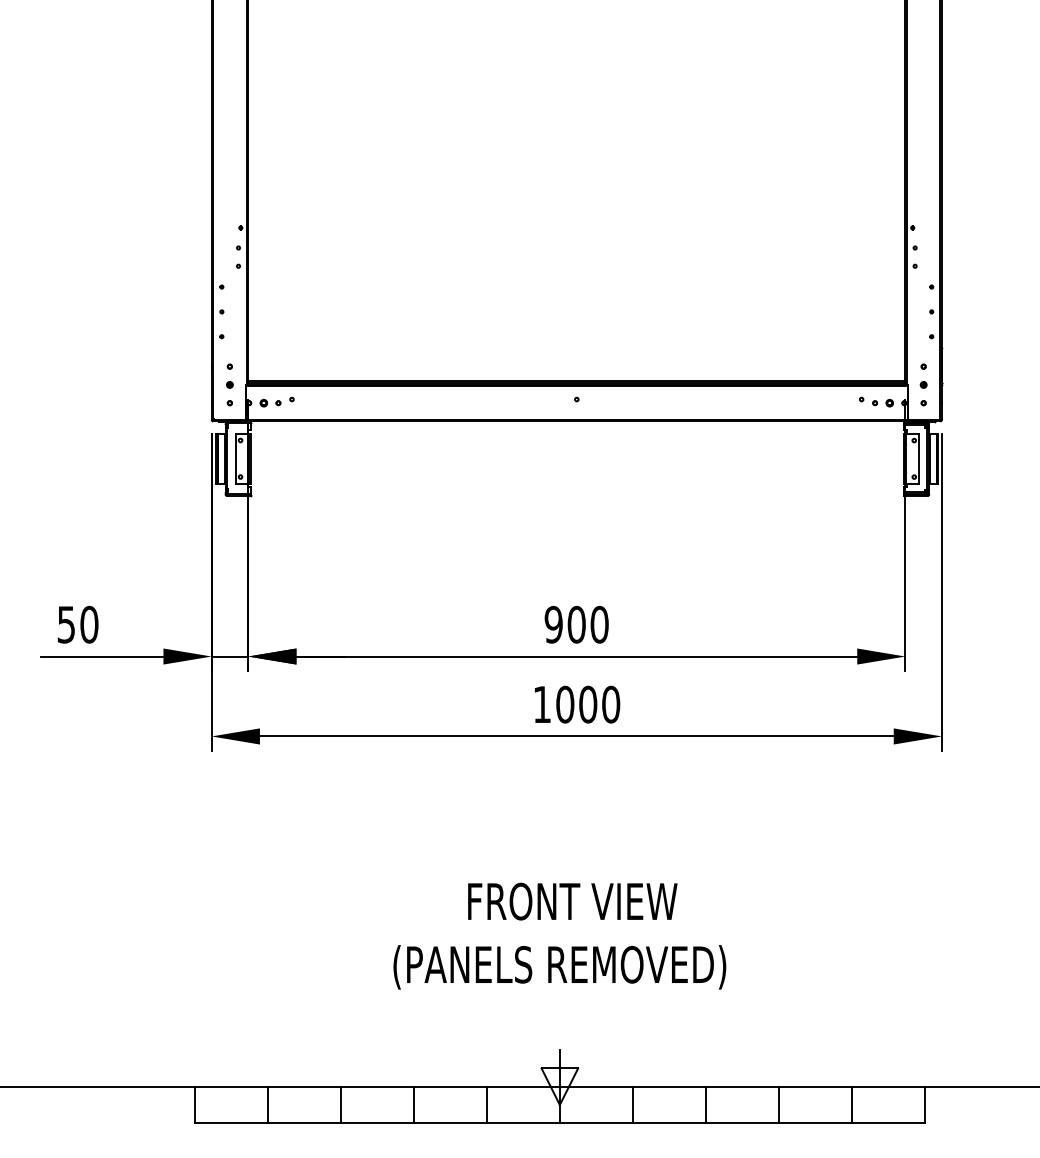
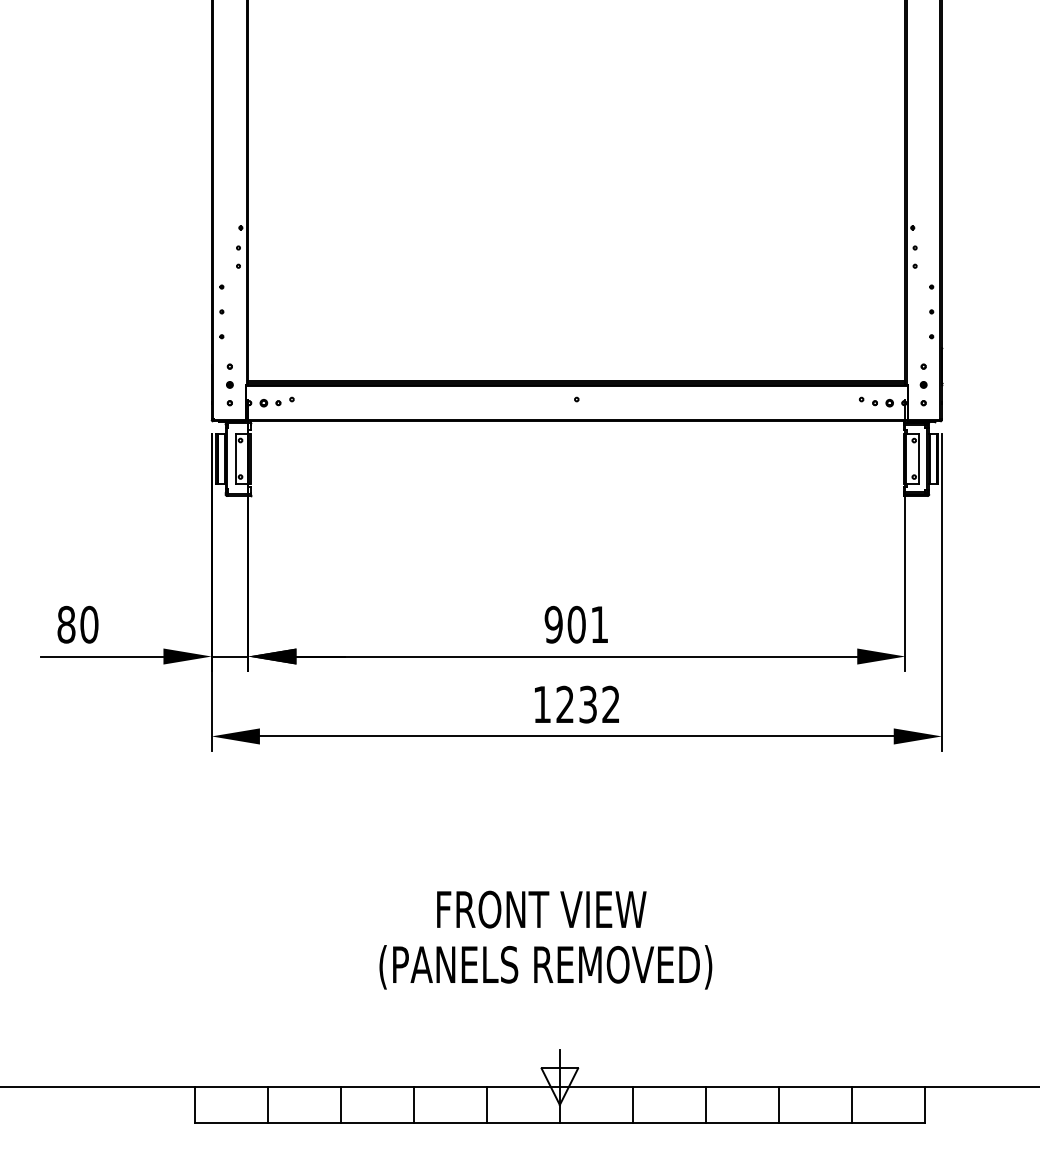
text at (66, 624): 50 -> 80
text at (599, 624): 900 -> 901
text at (588, 704): 1000 -> 1232
text at (572, 901) position: (572, 901) -> (541, 909)
text at (559, 967) position: (559, 967) -> (545, 967)
